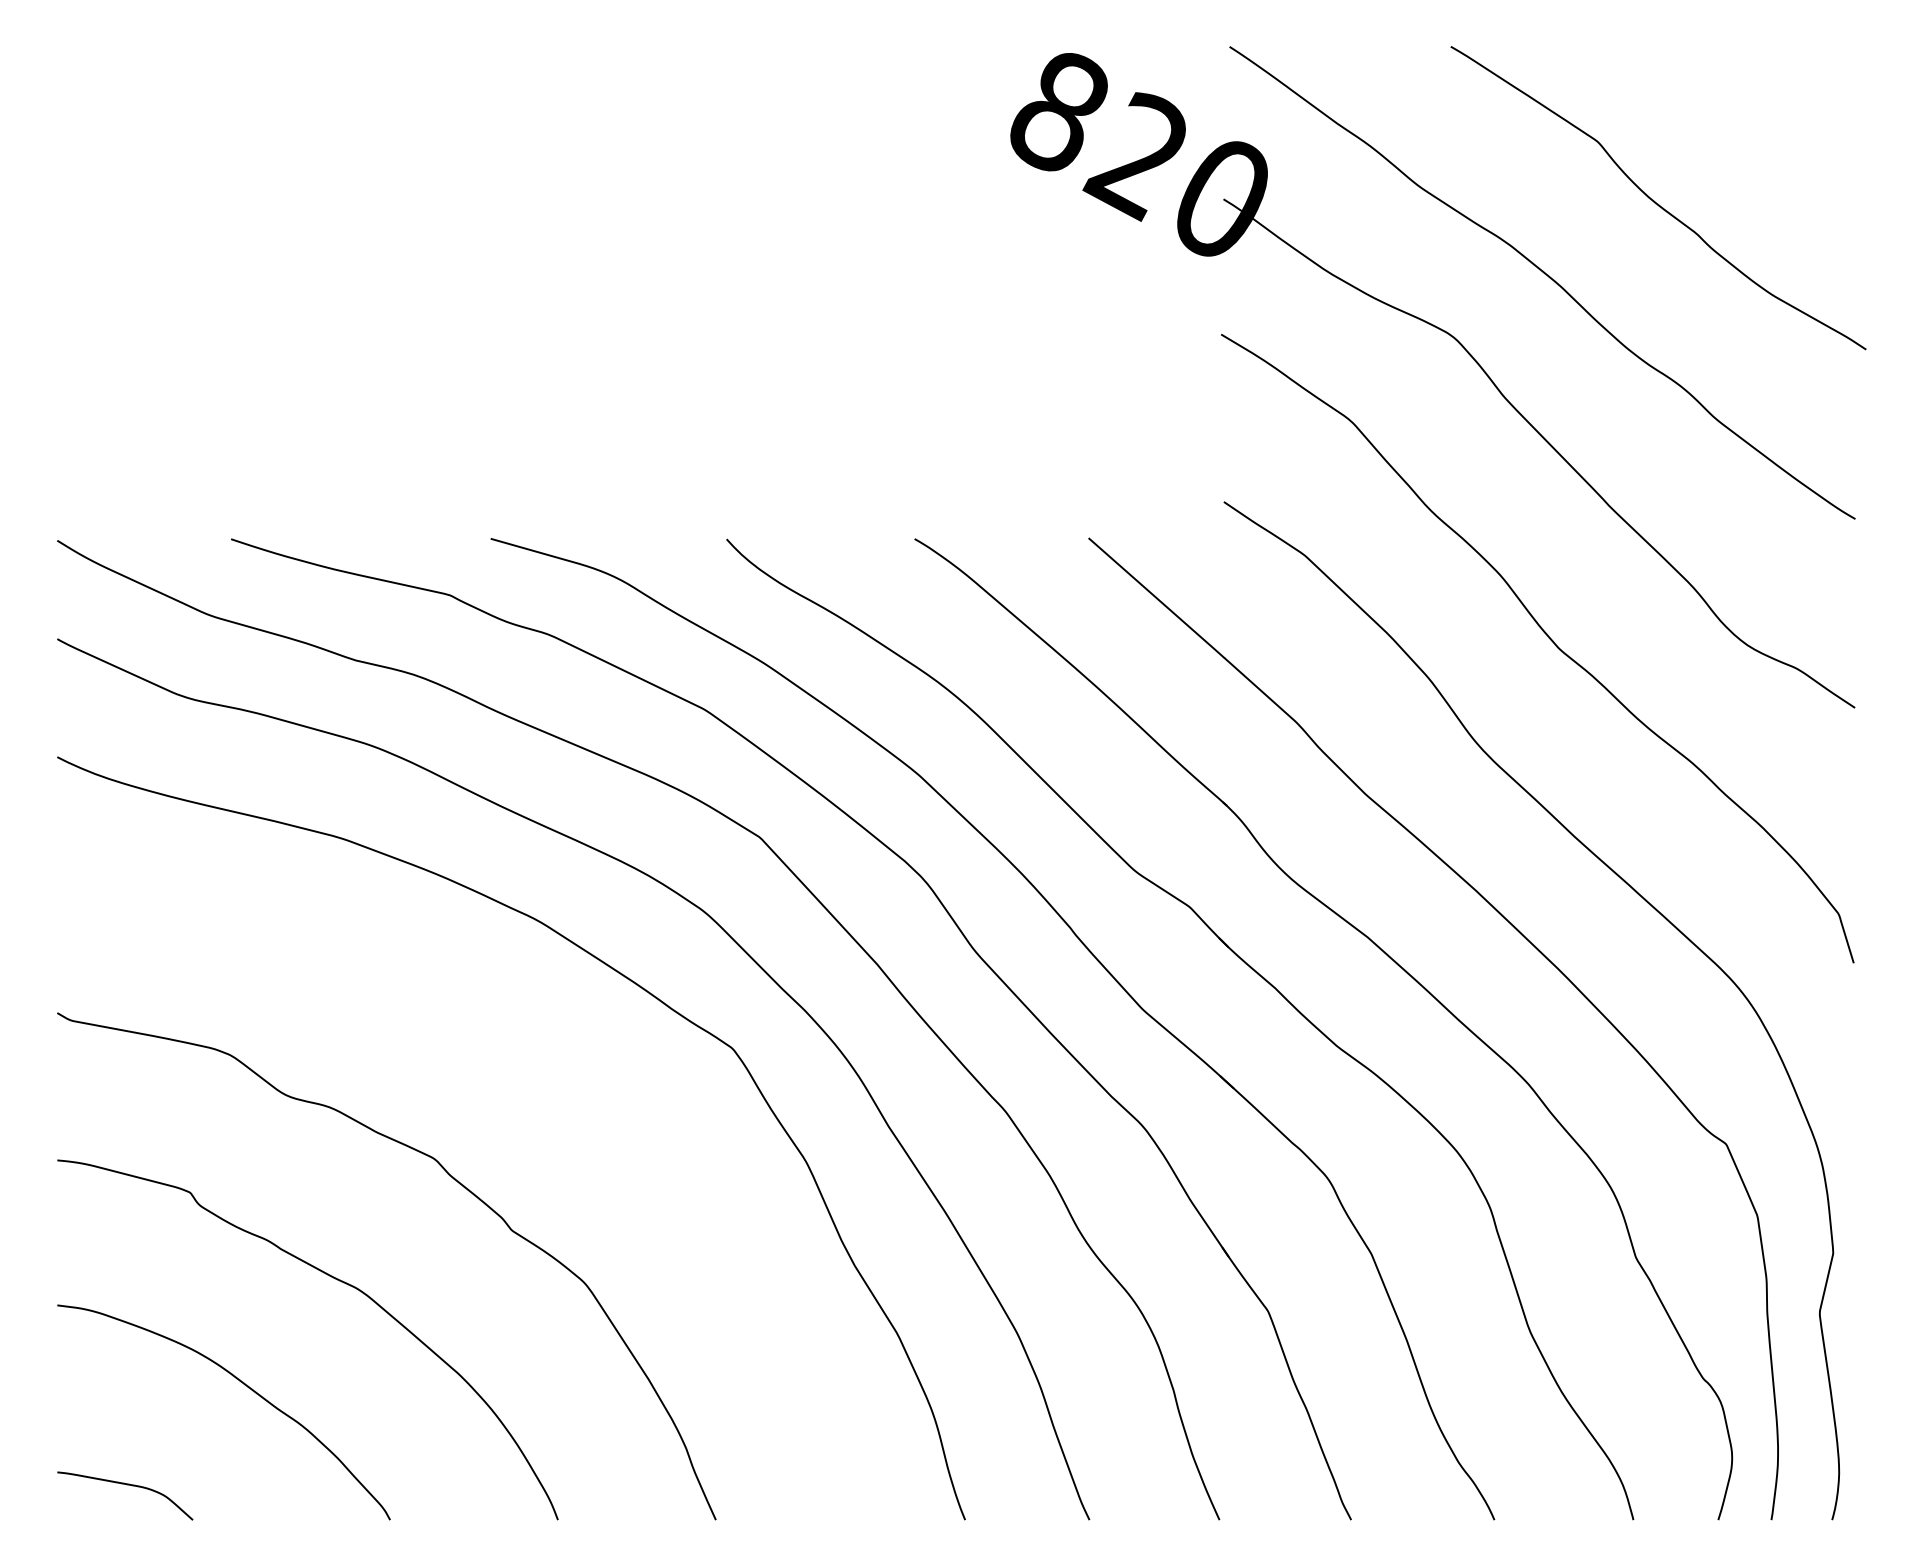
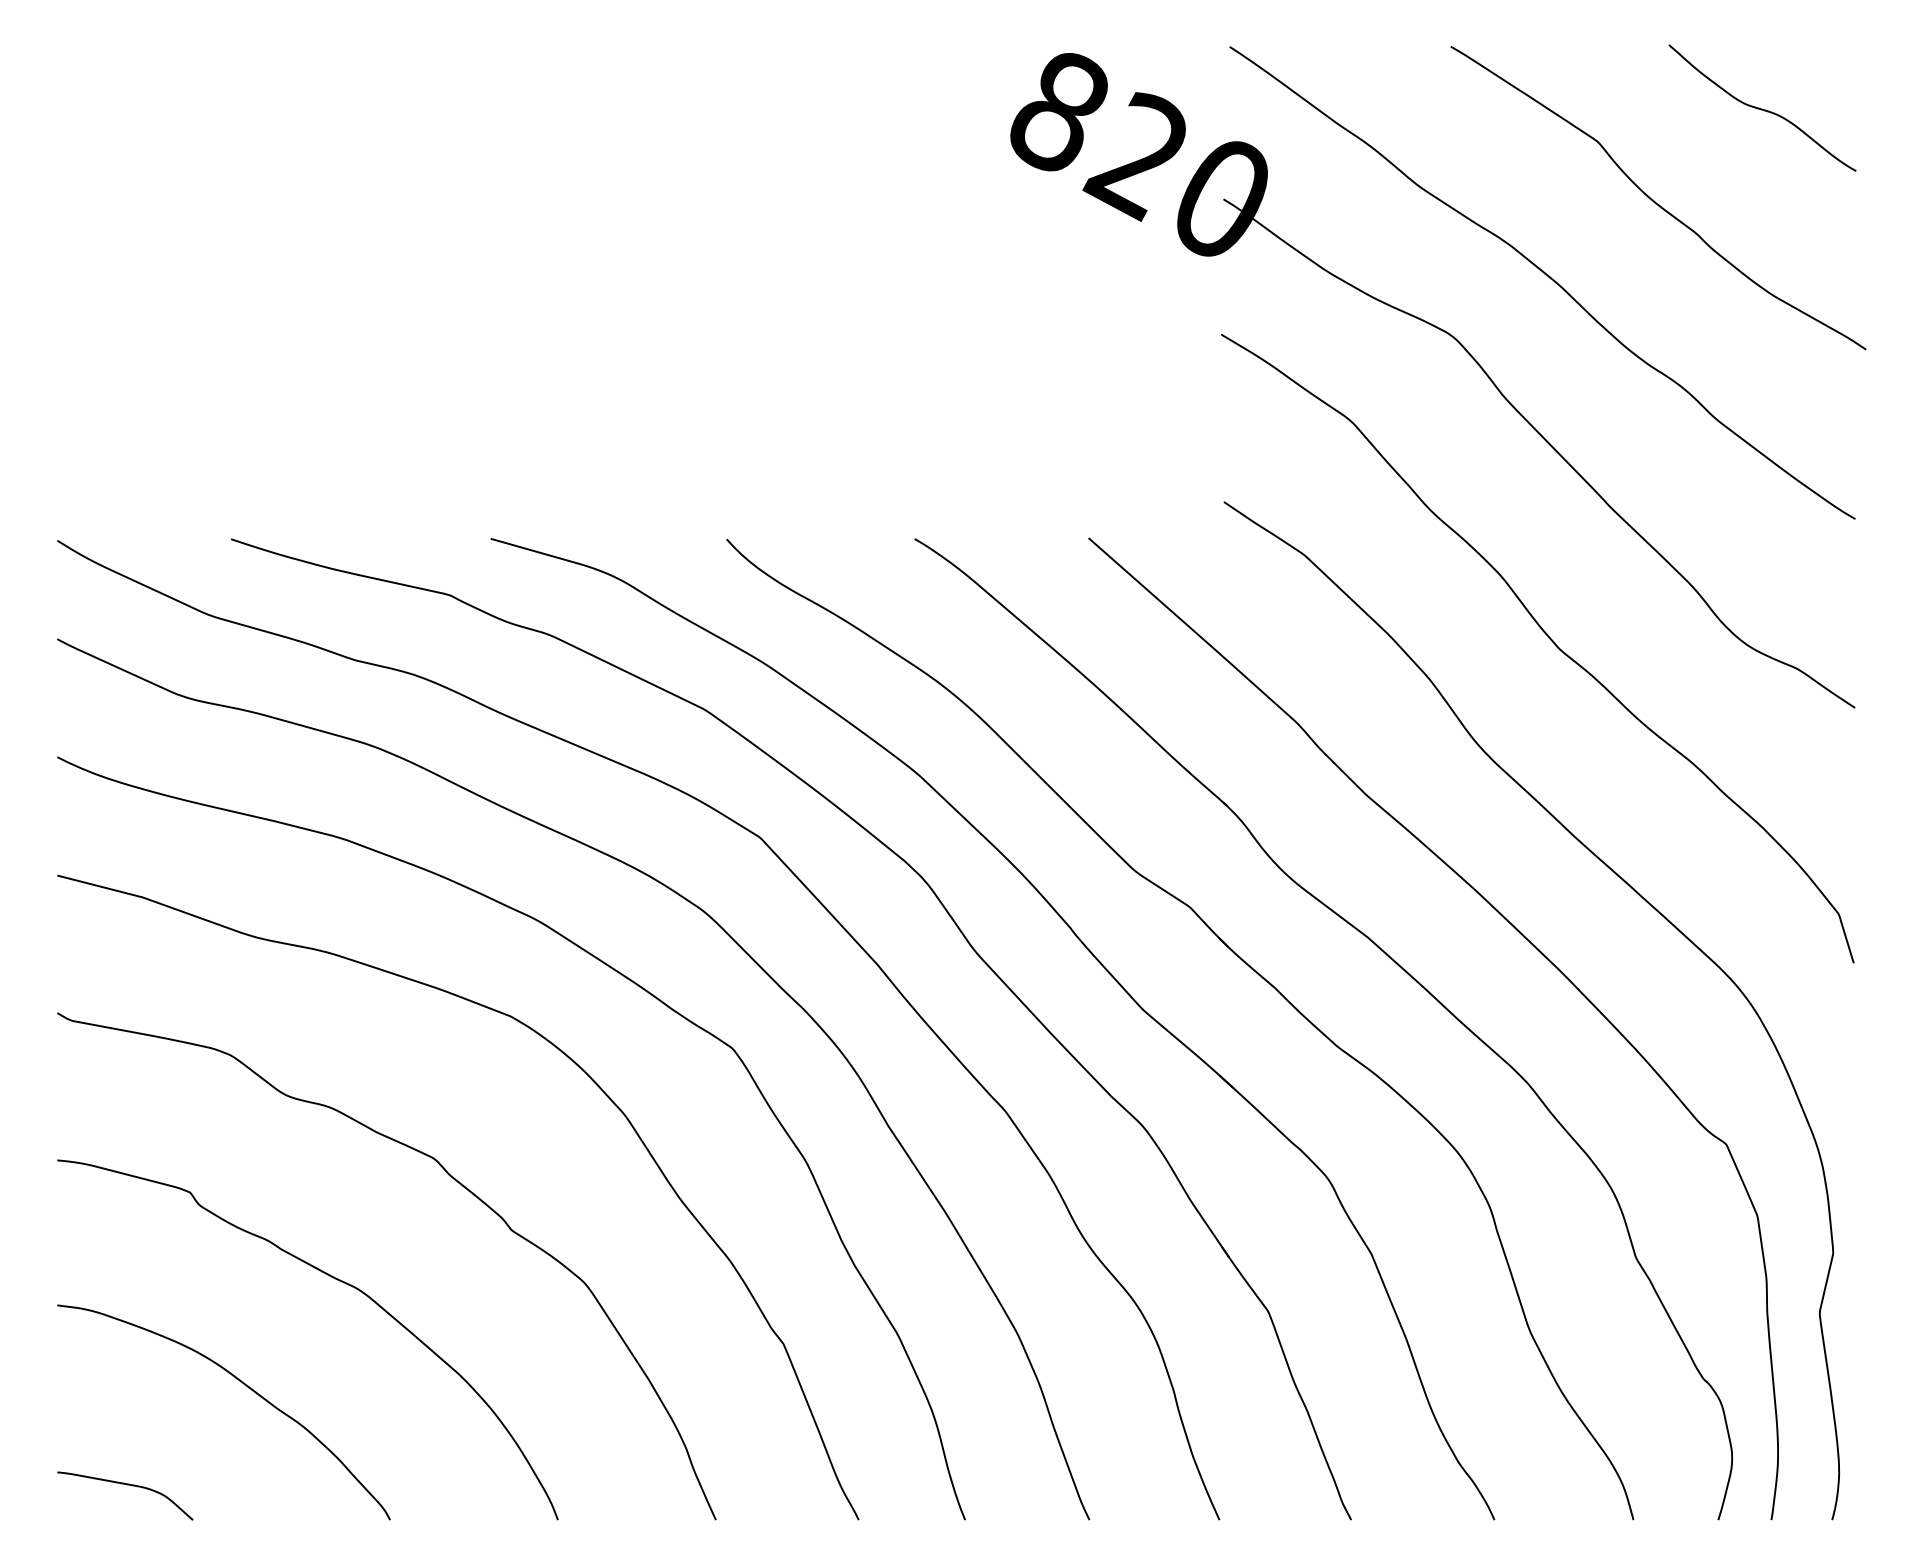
curve at (1762, 108): none -> present
curve at (580, 1069): none -> present
